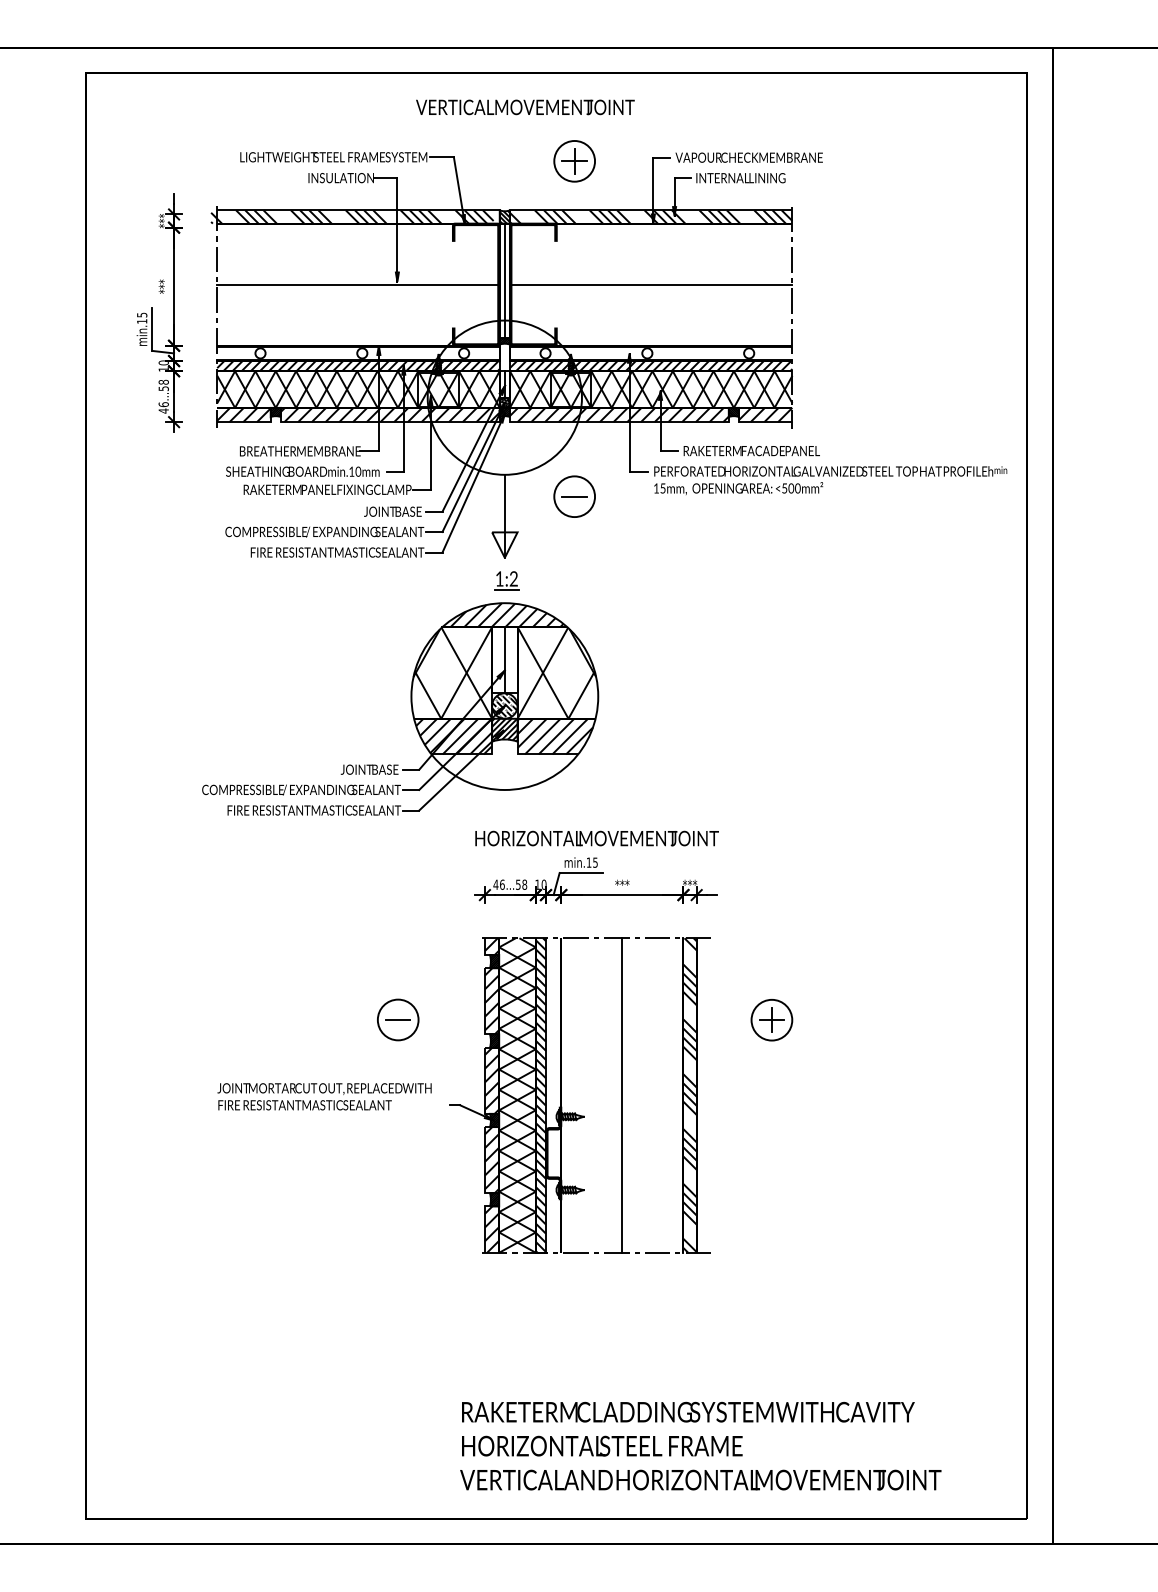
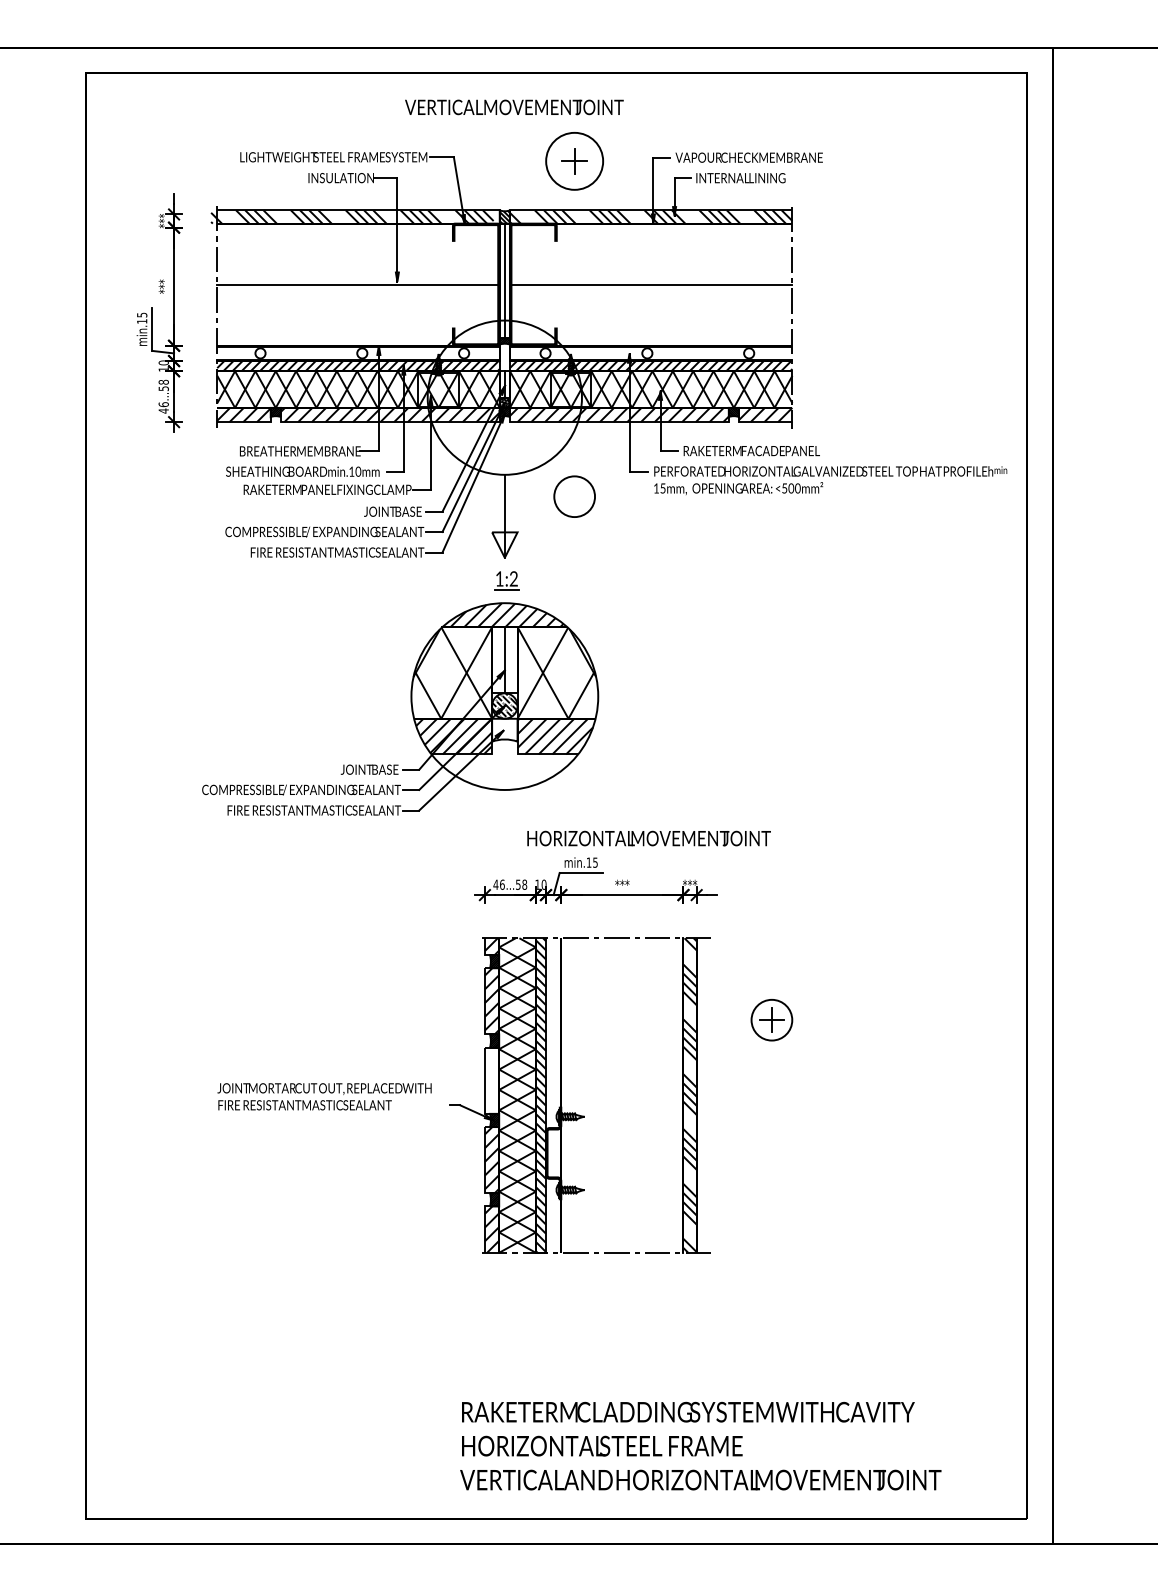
text at (525, 107) position: (525, 107) -> (514, 107)
circle at (574, 161) diameter: 41 px -> 57 px
line at (574, 496): present -> none
hatch at (504, 729): present -> none
text at (596, 838) position: (596, 838) -> (648, 838)
part at (398, 1019): present -> none
hatch at (491, 1080): present -> none
line at (622, 1095): present -> none
